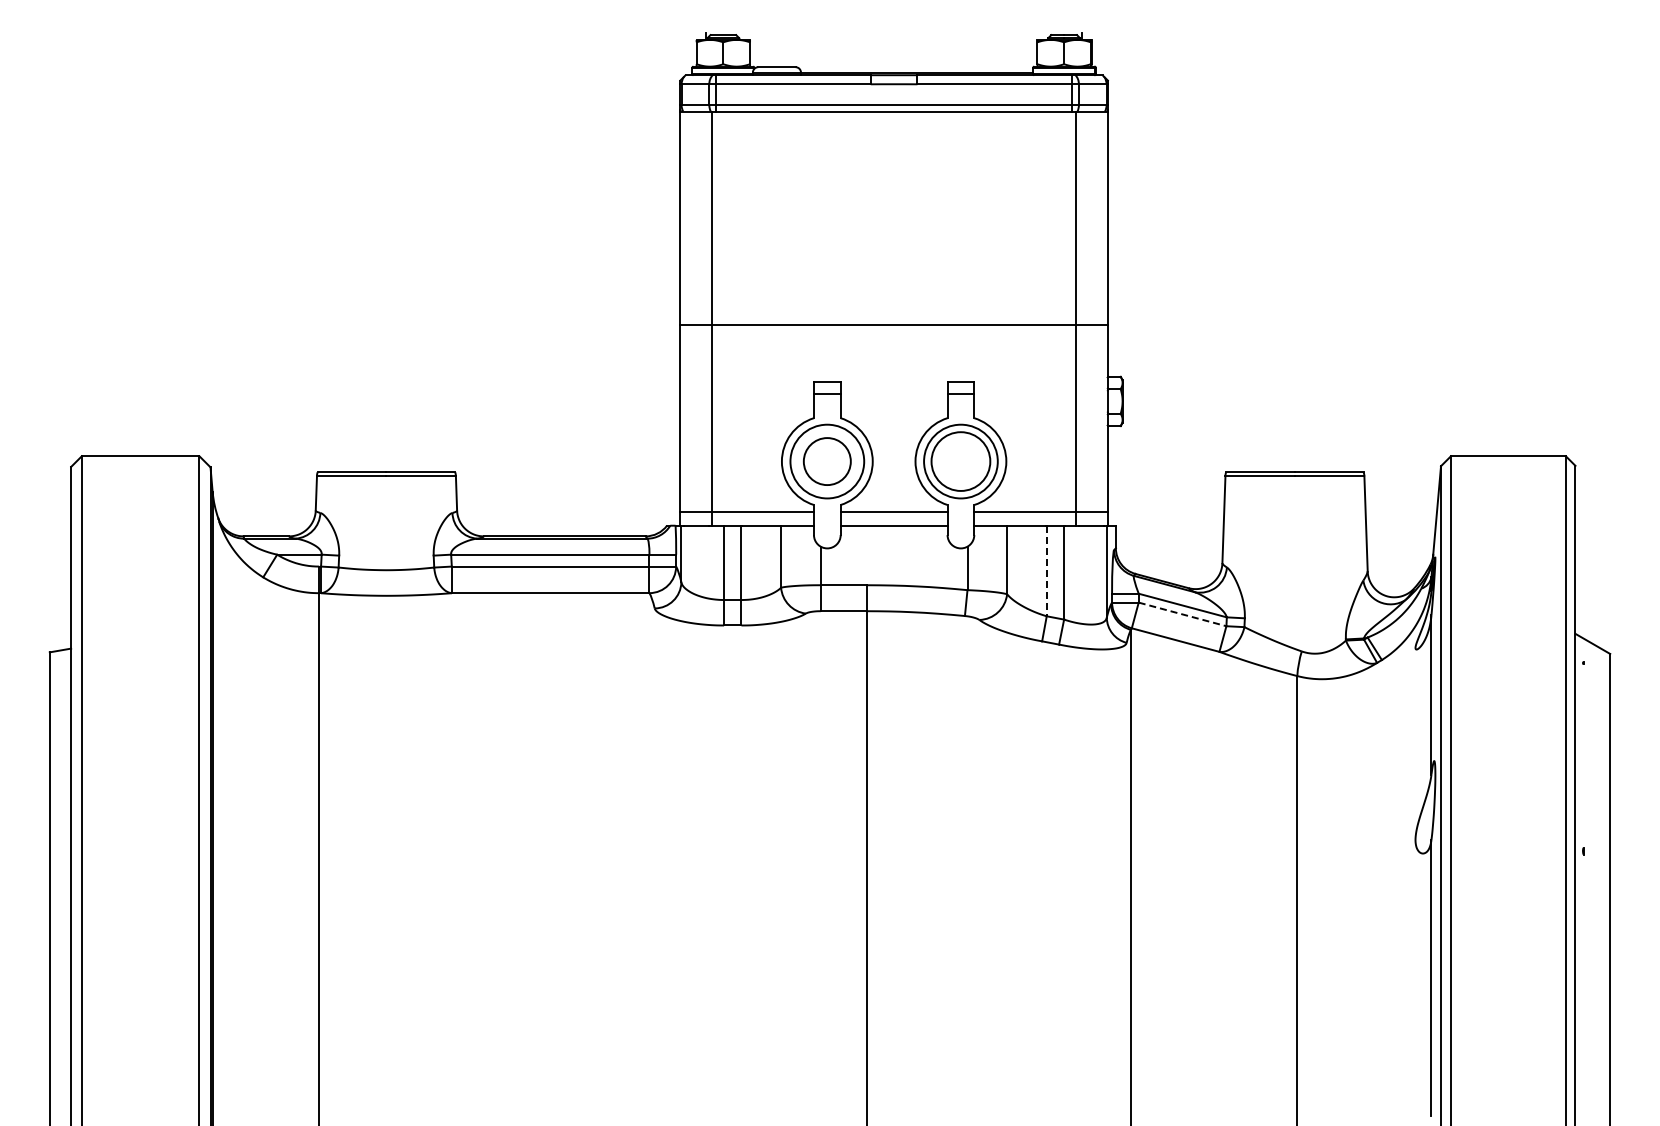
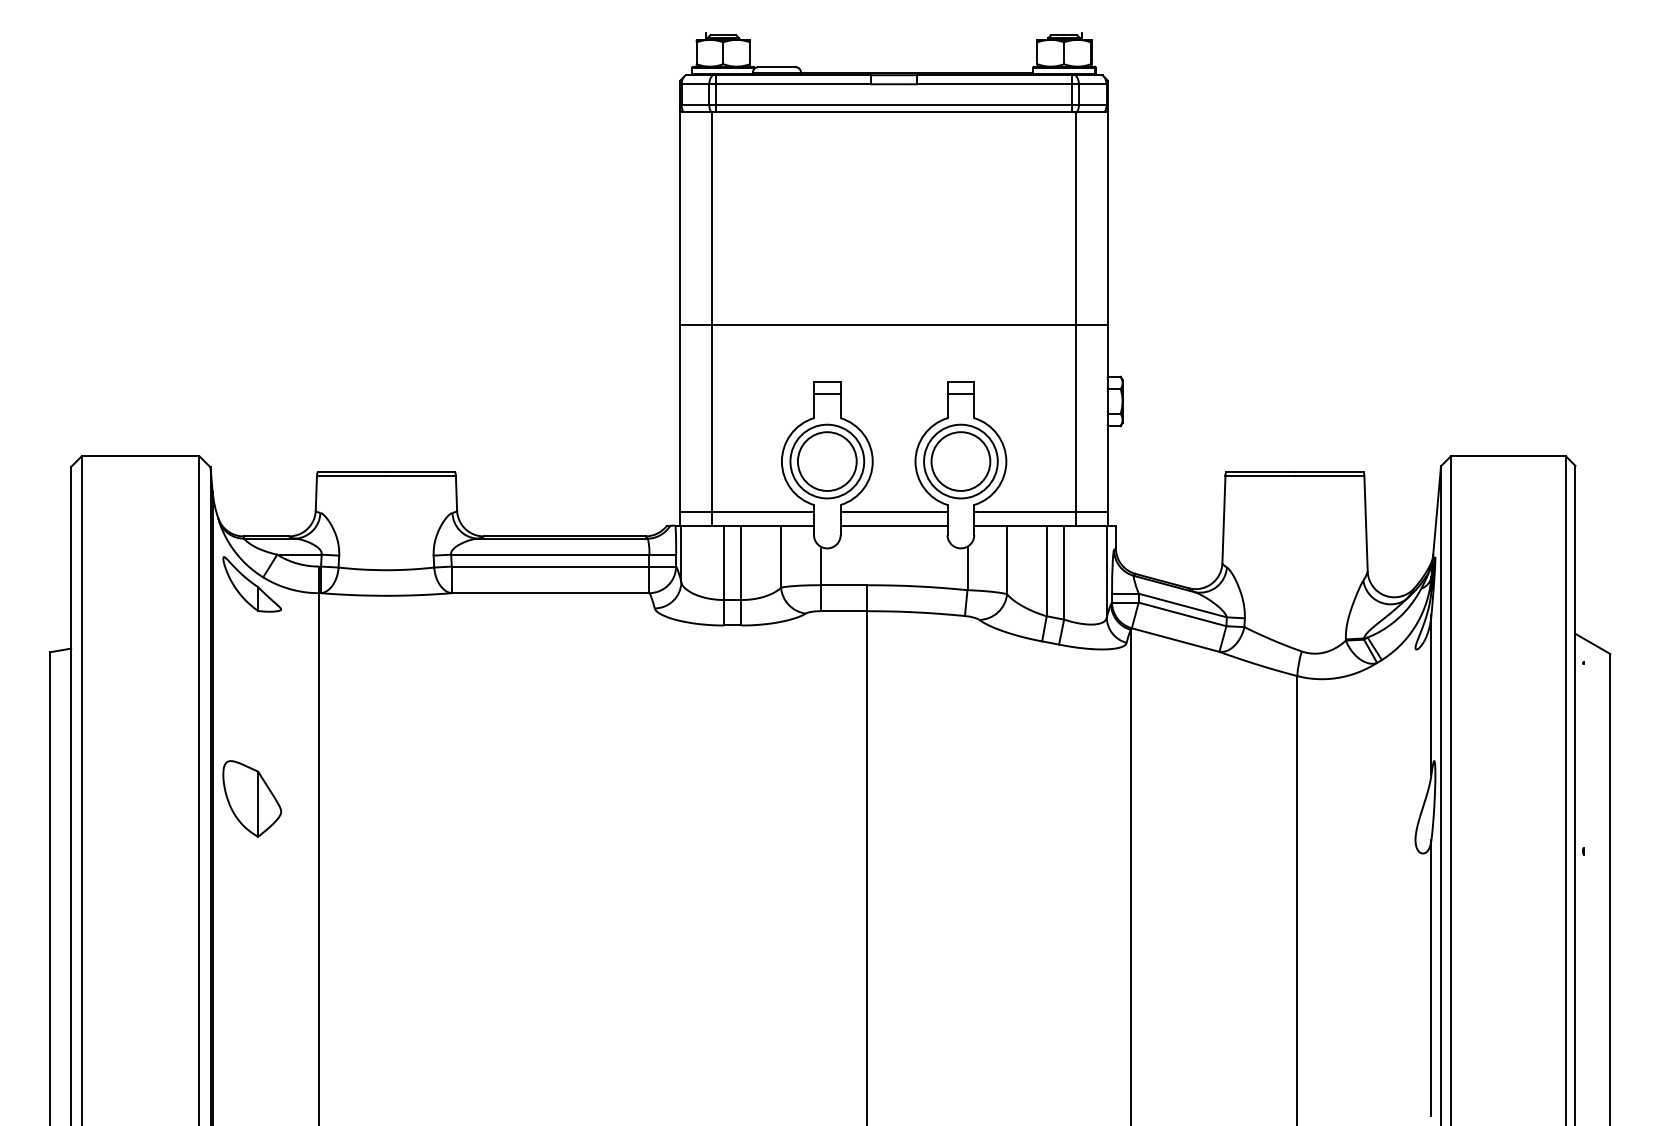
circle at (826, 461) diameter: 47 px -> 59 px
line at (1046, 571): dashed -> solid
part at (252, 584): none -> present
line at (1183, 614): dashed -> solid
part at (252, 798): none -> present
